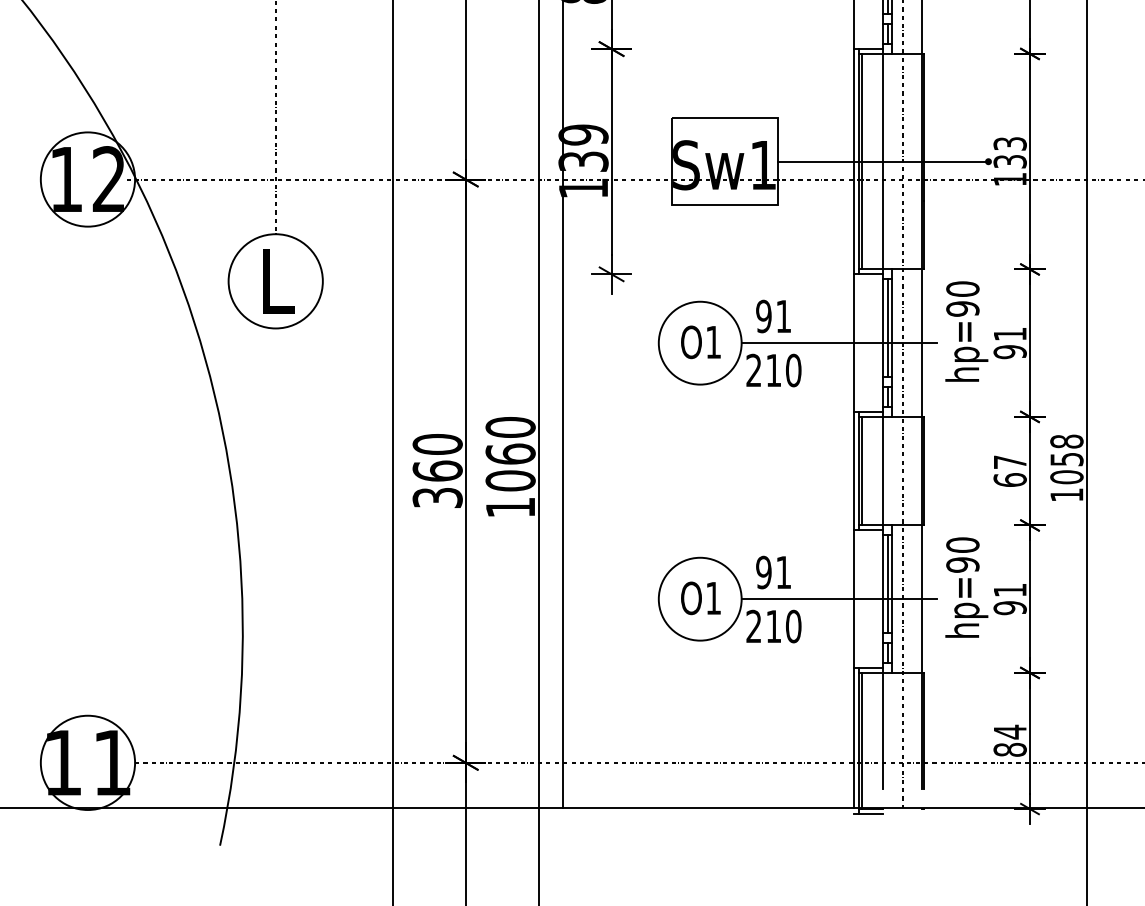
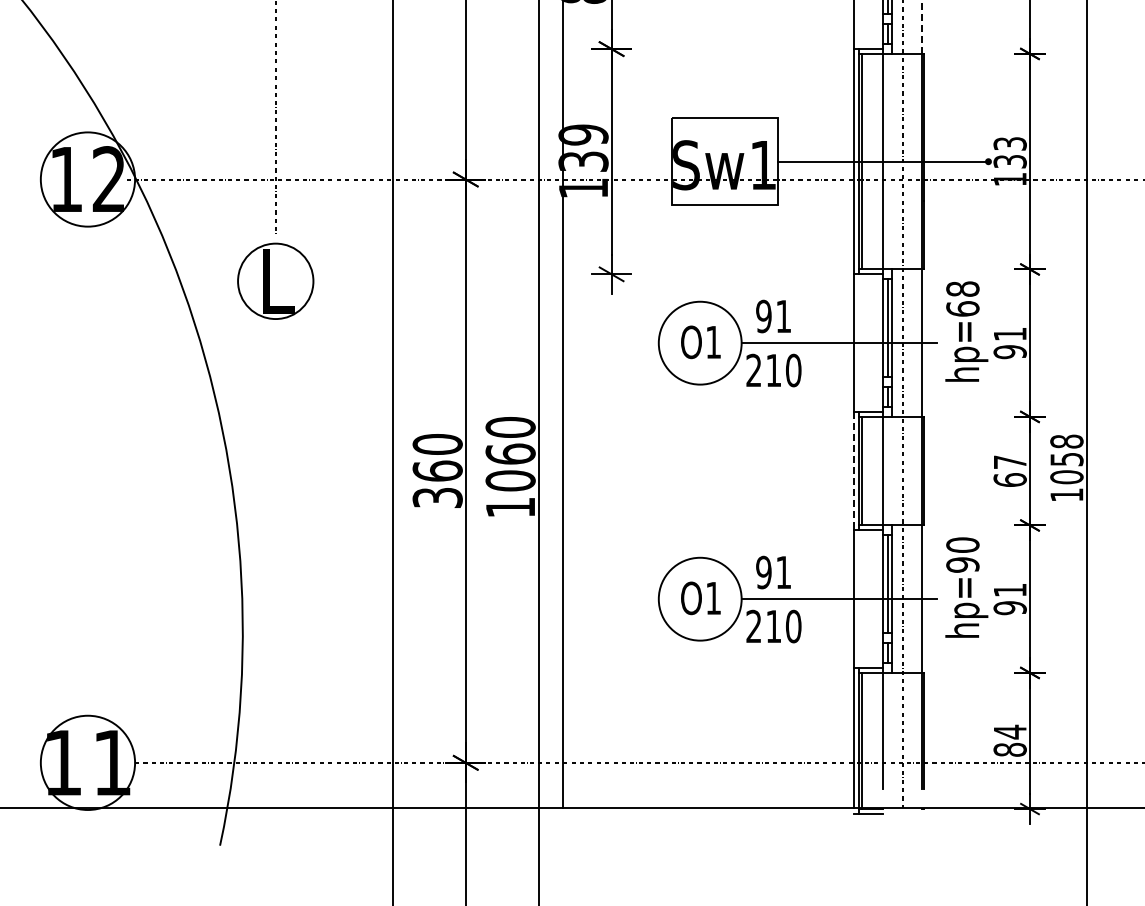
line at (922, 27): solid -> dashed
circle at (275, 281) diameter: 94 px -> 75 px
text at (962, 298): hp=90 -> hp=68
line at (854, 471): solid -> dashed
